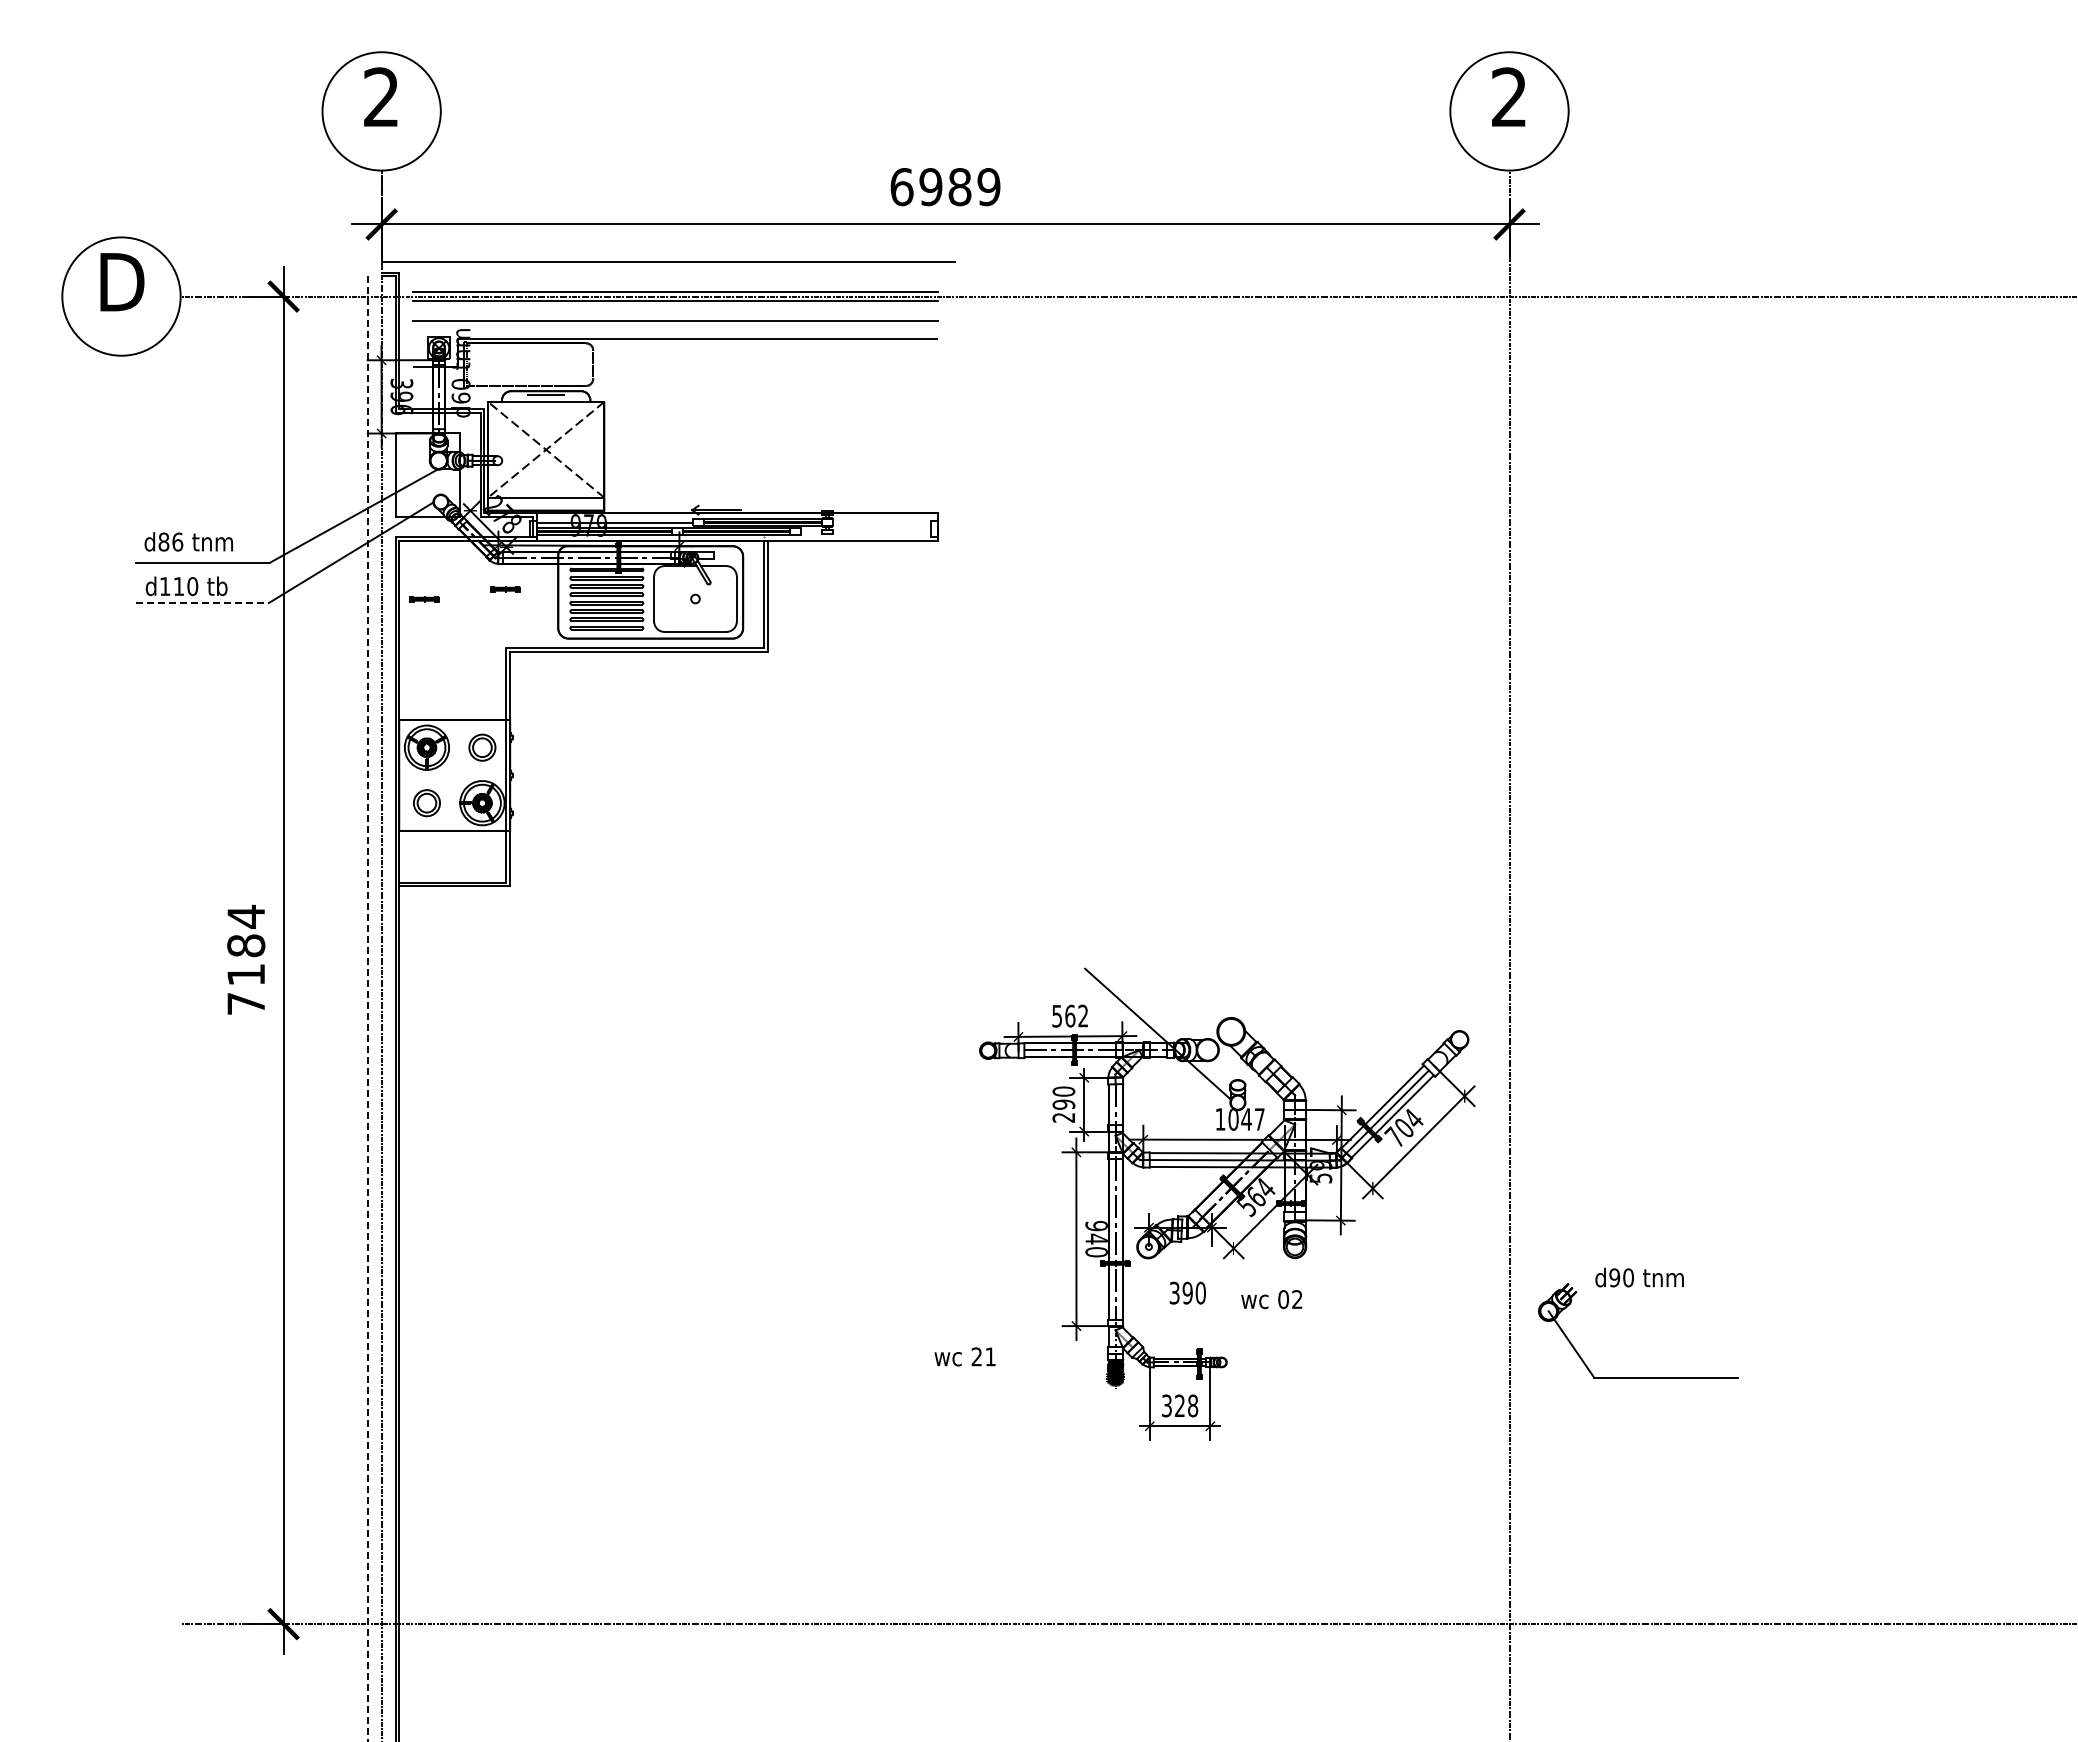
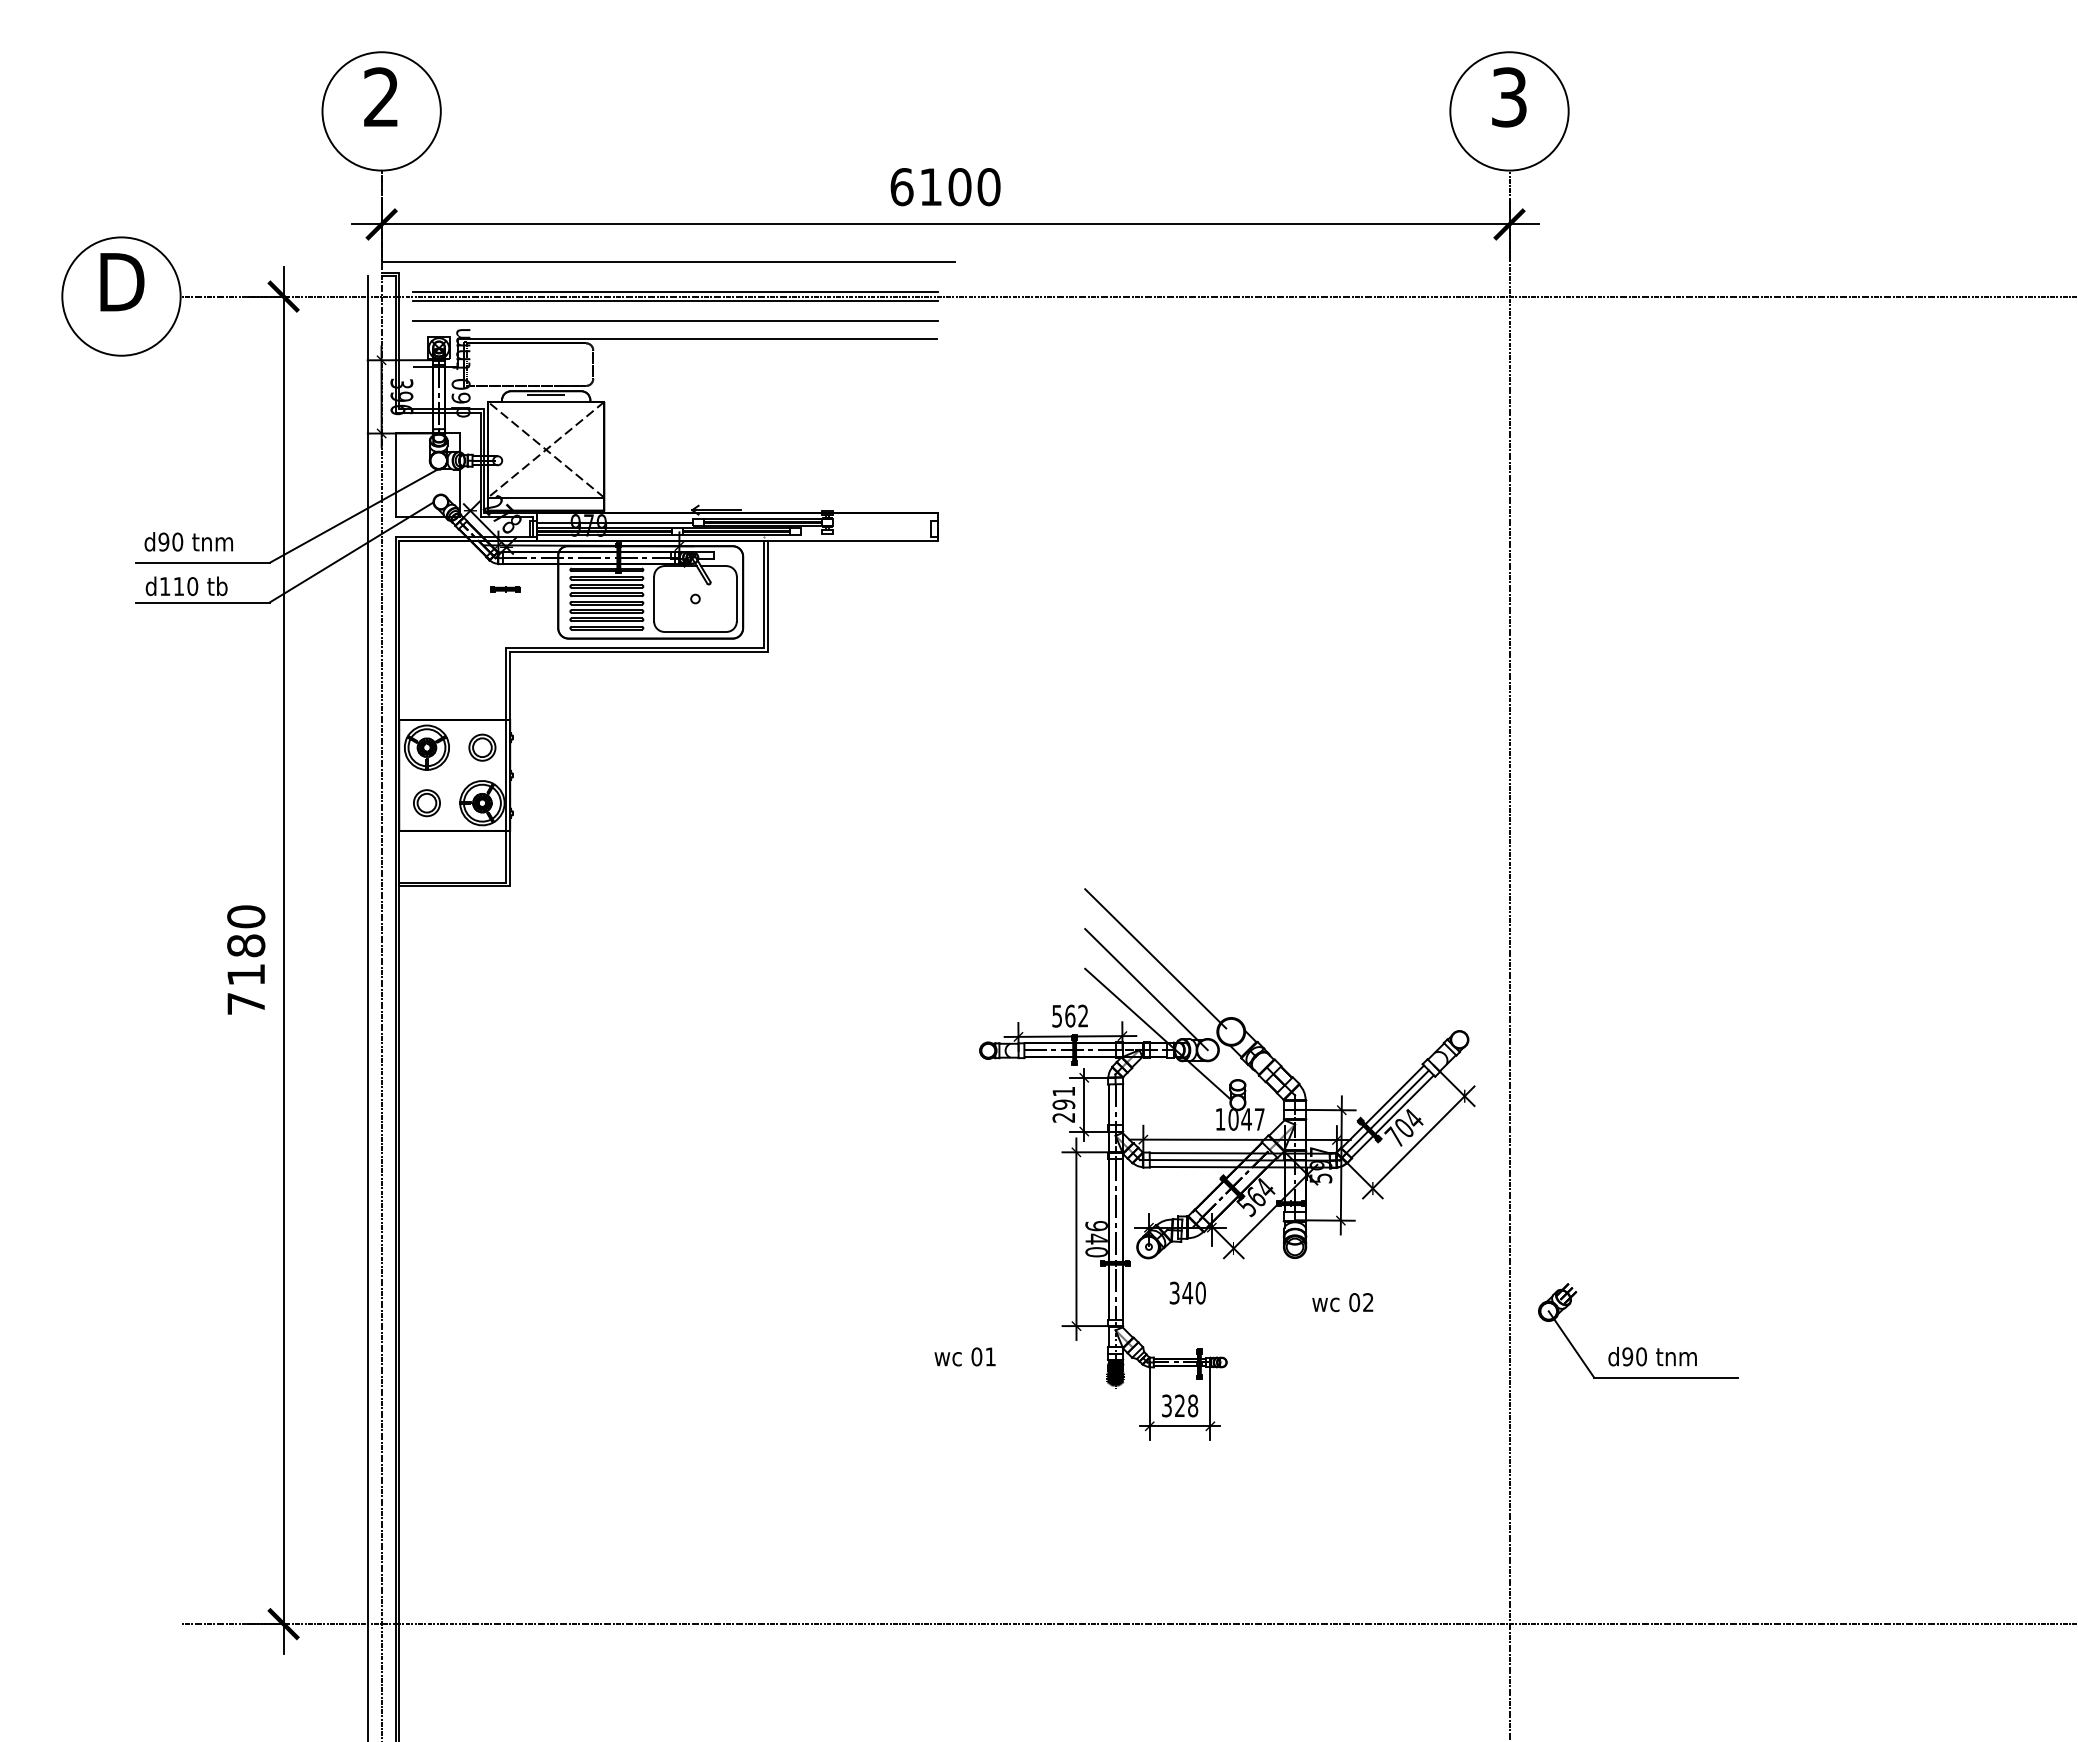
text at (1509, 97): 2 -> 3
text at (959, 187): 6989 -> 6100
text at (170, 541): d86 -> d90
part at (424, 599): present -> none
line at (202, 602): dashed -> solid
text at (246, 916): 7184 -> 7180
line at (1155, 958): none -> present
line at (1146, 989): none -> present
line at (367, 1009): dashed -> solid
text at (1063, 1091): 290 -> 291
text at (1639, 1277) position: (1639, 1277) -> (1652, 1356)
text at (1187, 1292): 390 -> 340
text at (1271, 1299) position: (1271, 1299) -> (1342, 1302)
text at (976, 1356): 21 -> 01
